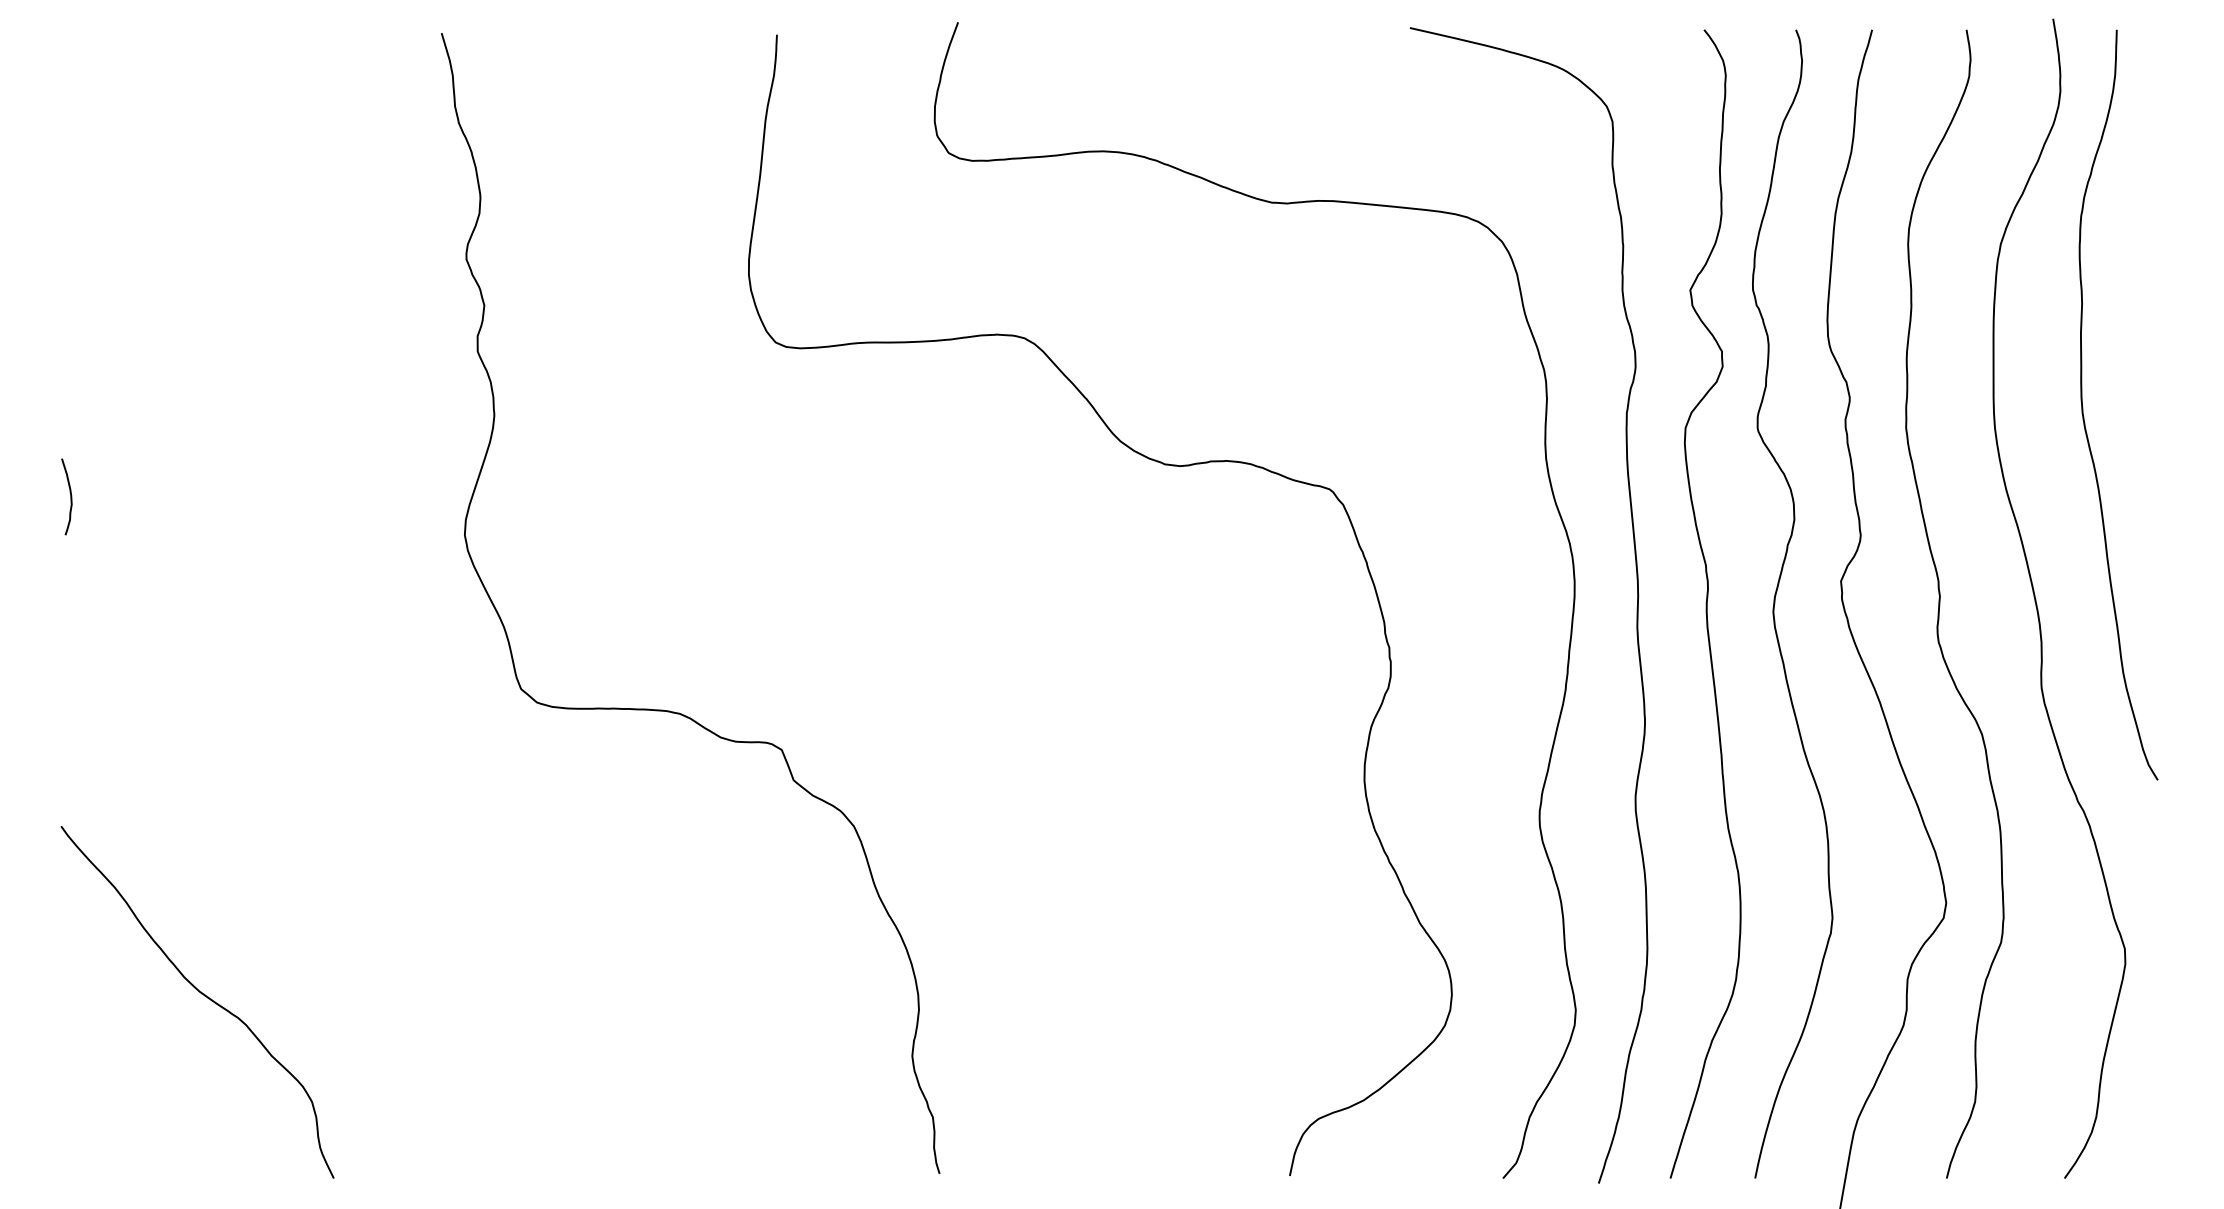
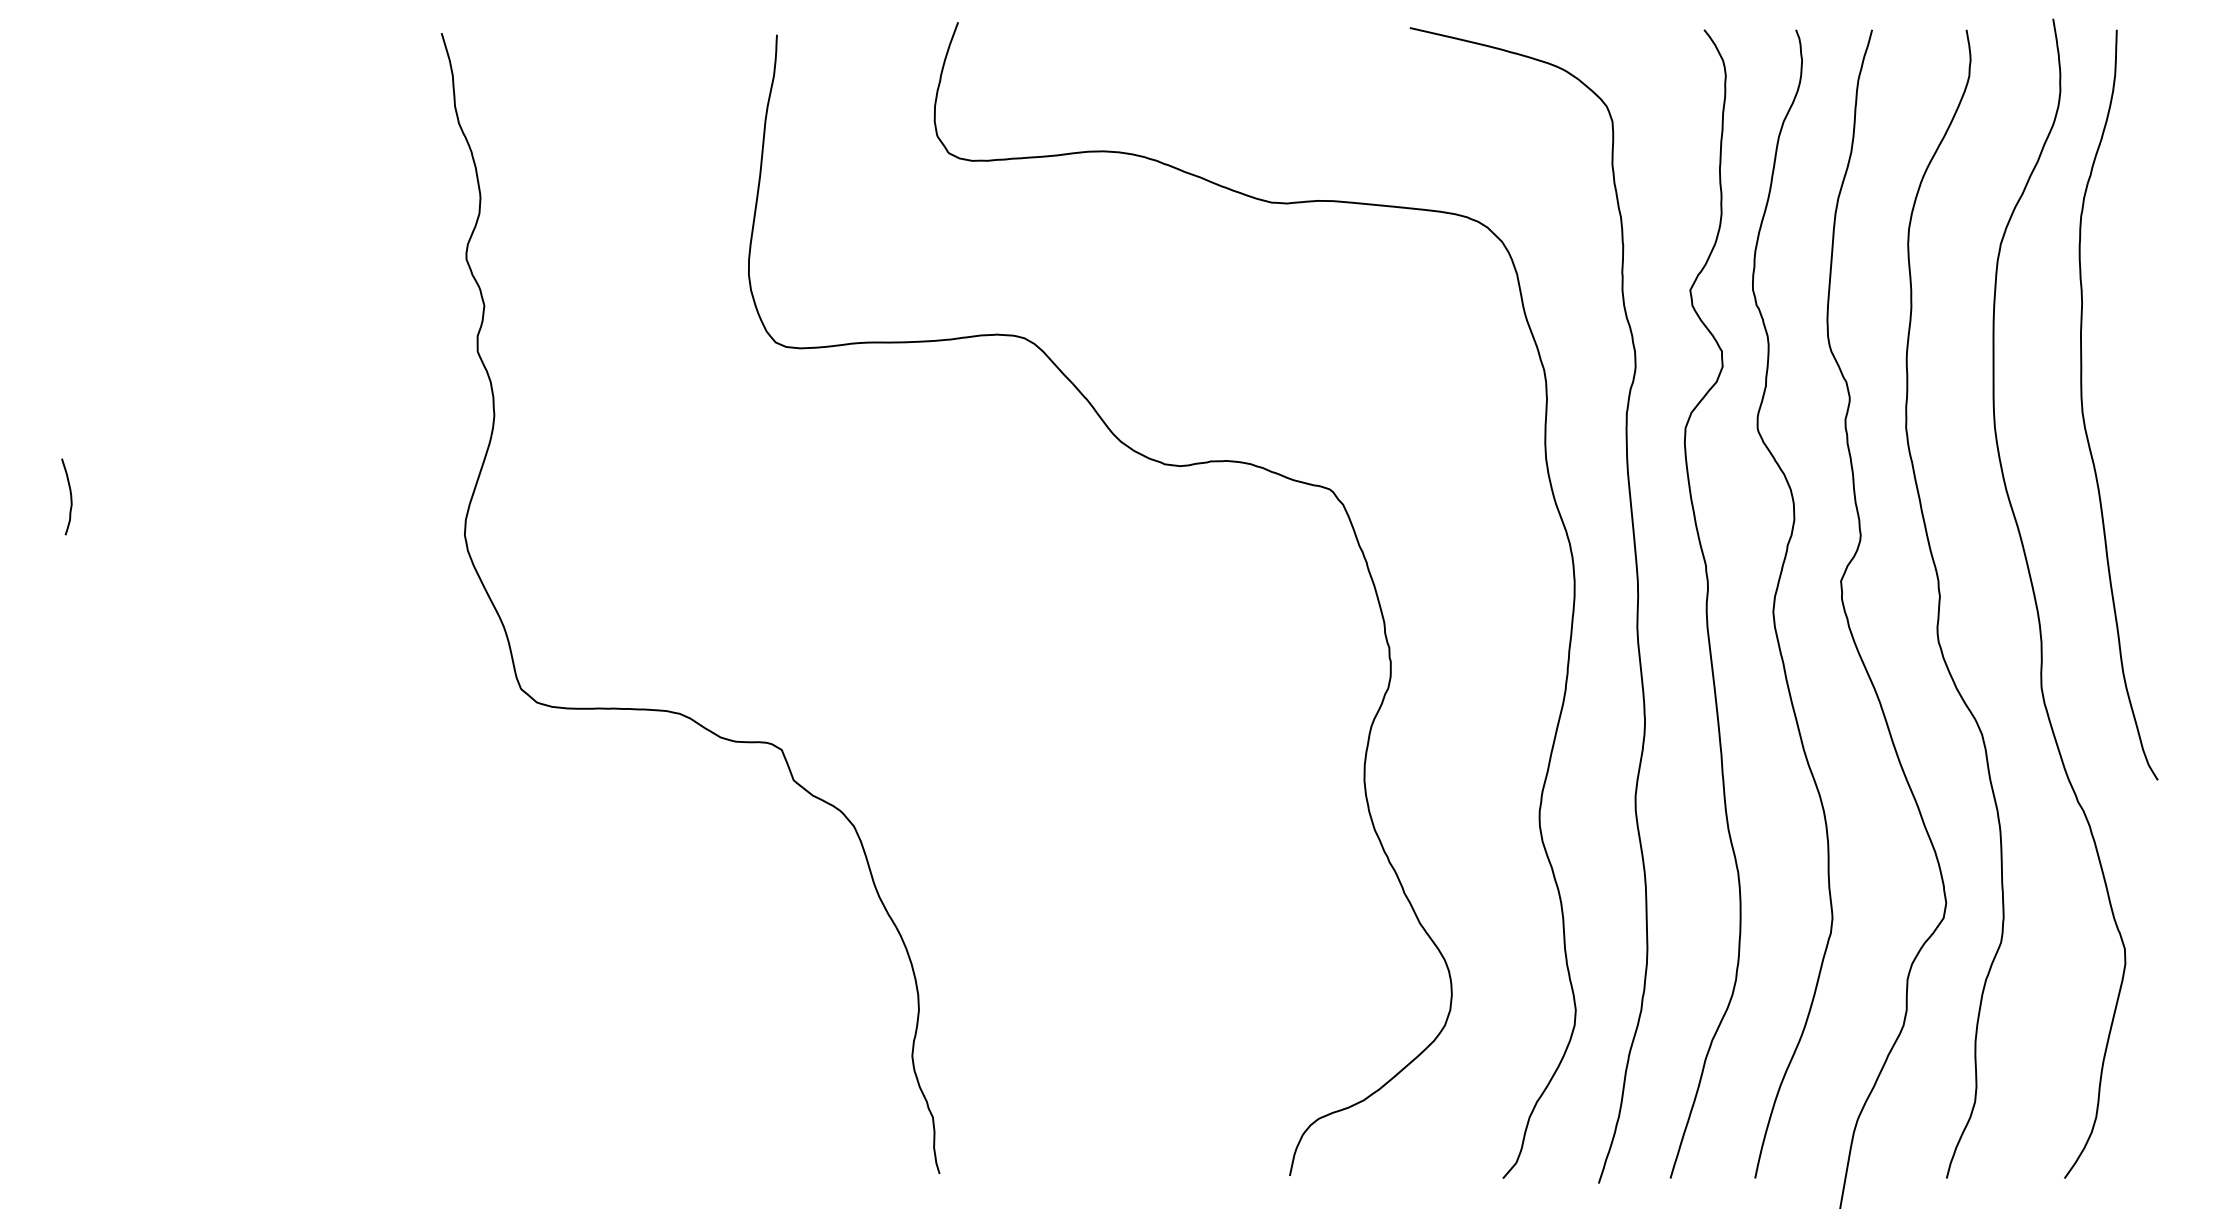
curve at (201, 994): present -> none
